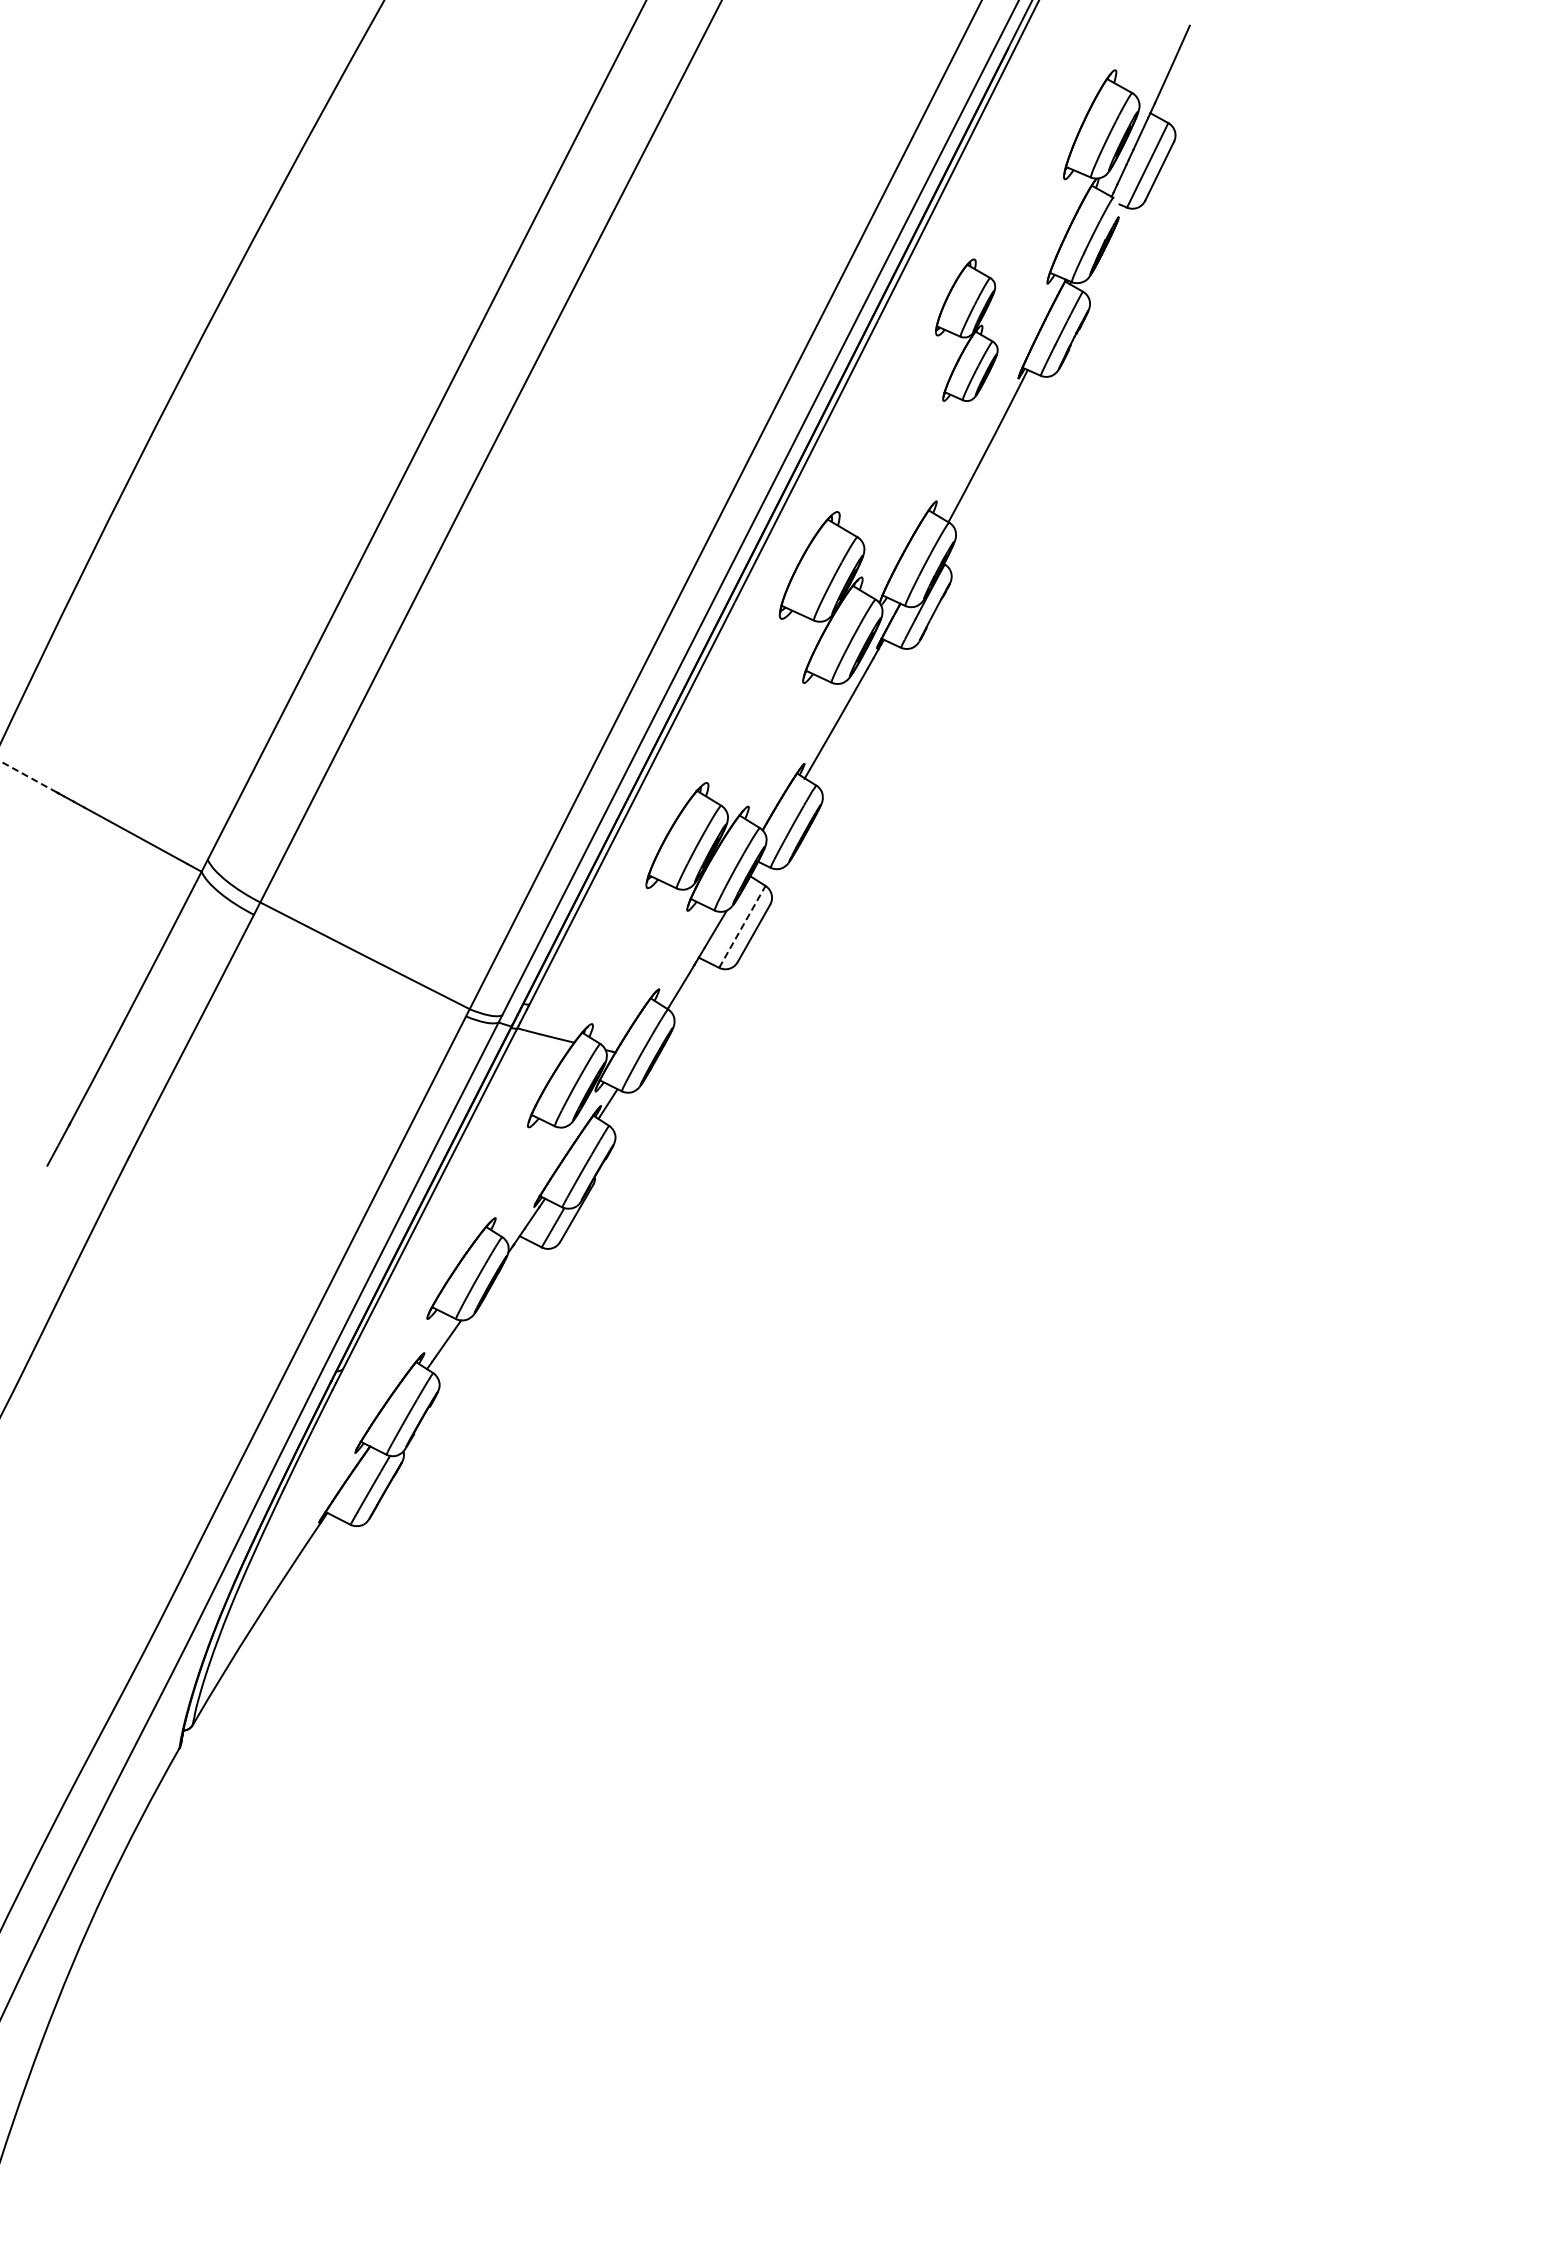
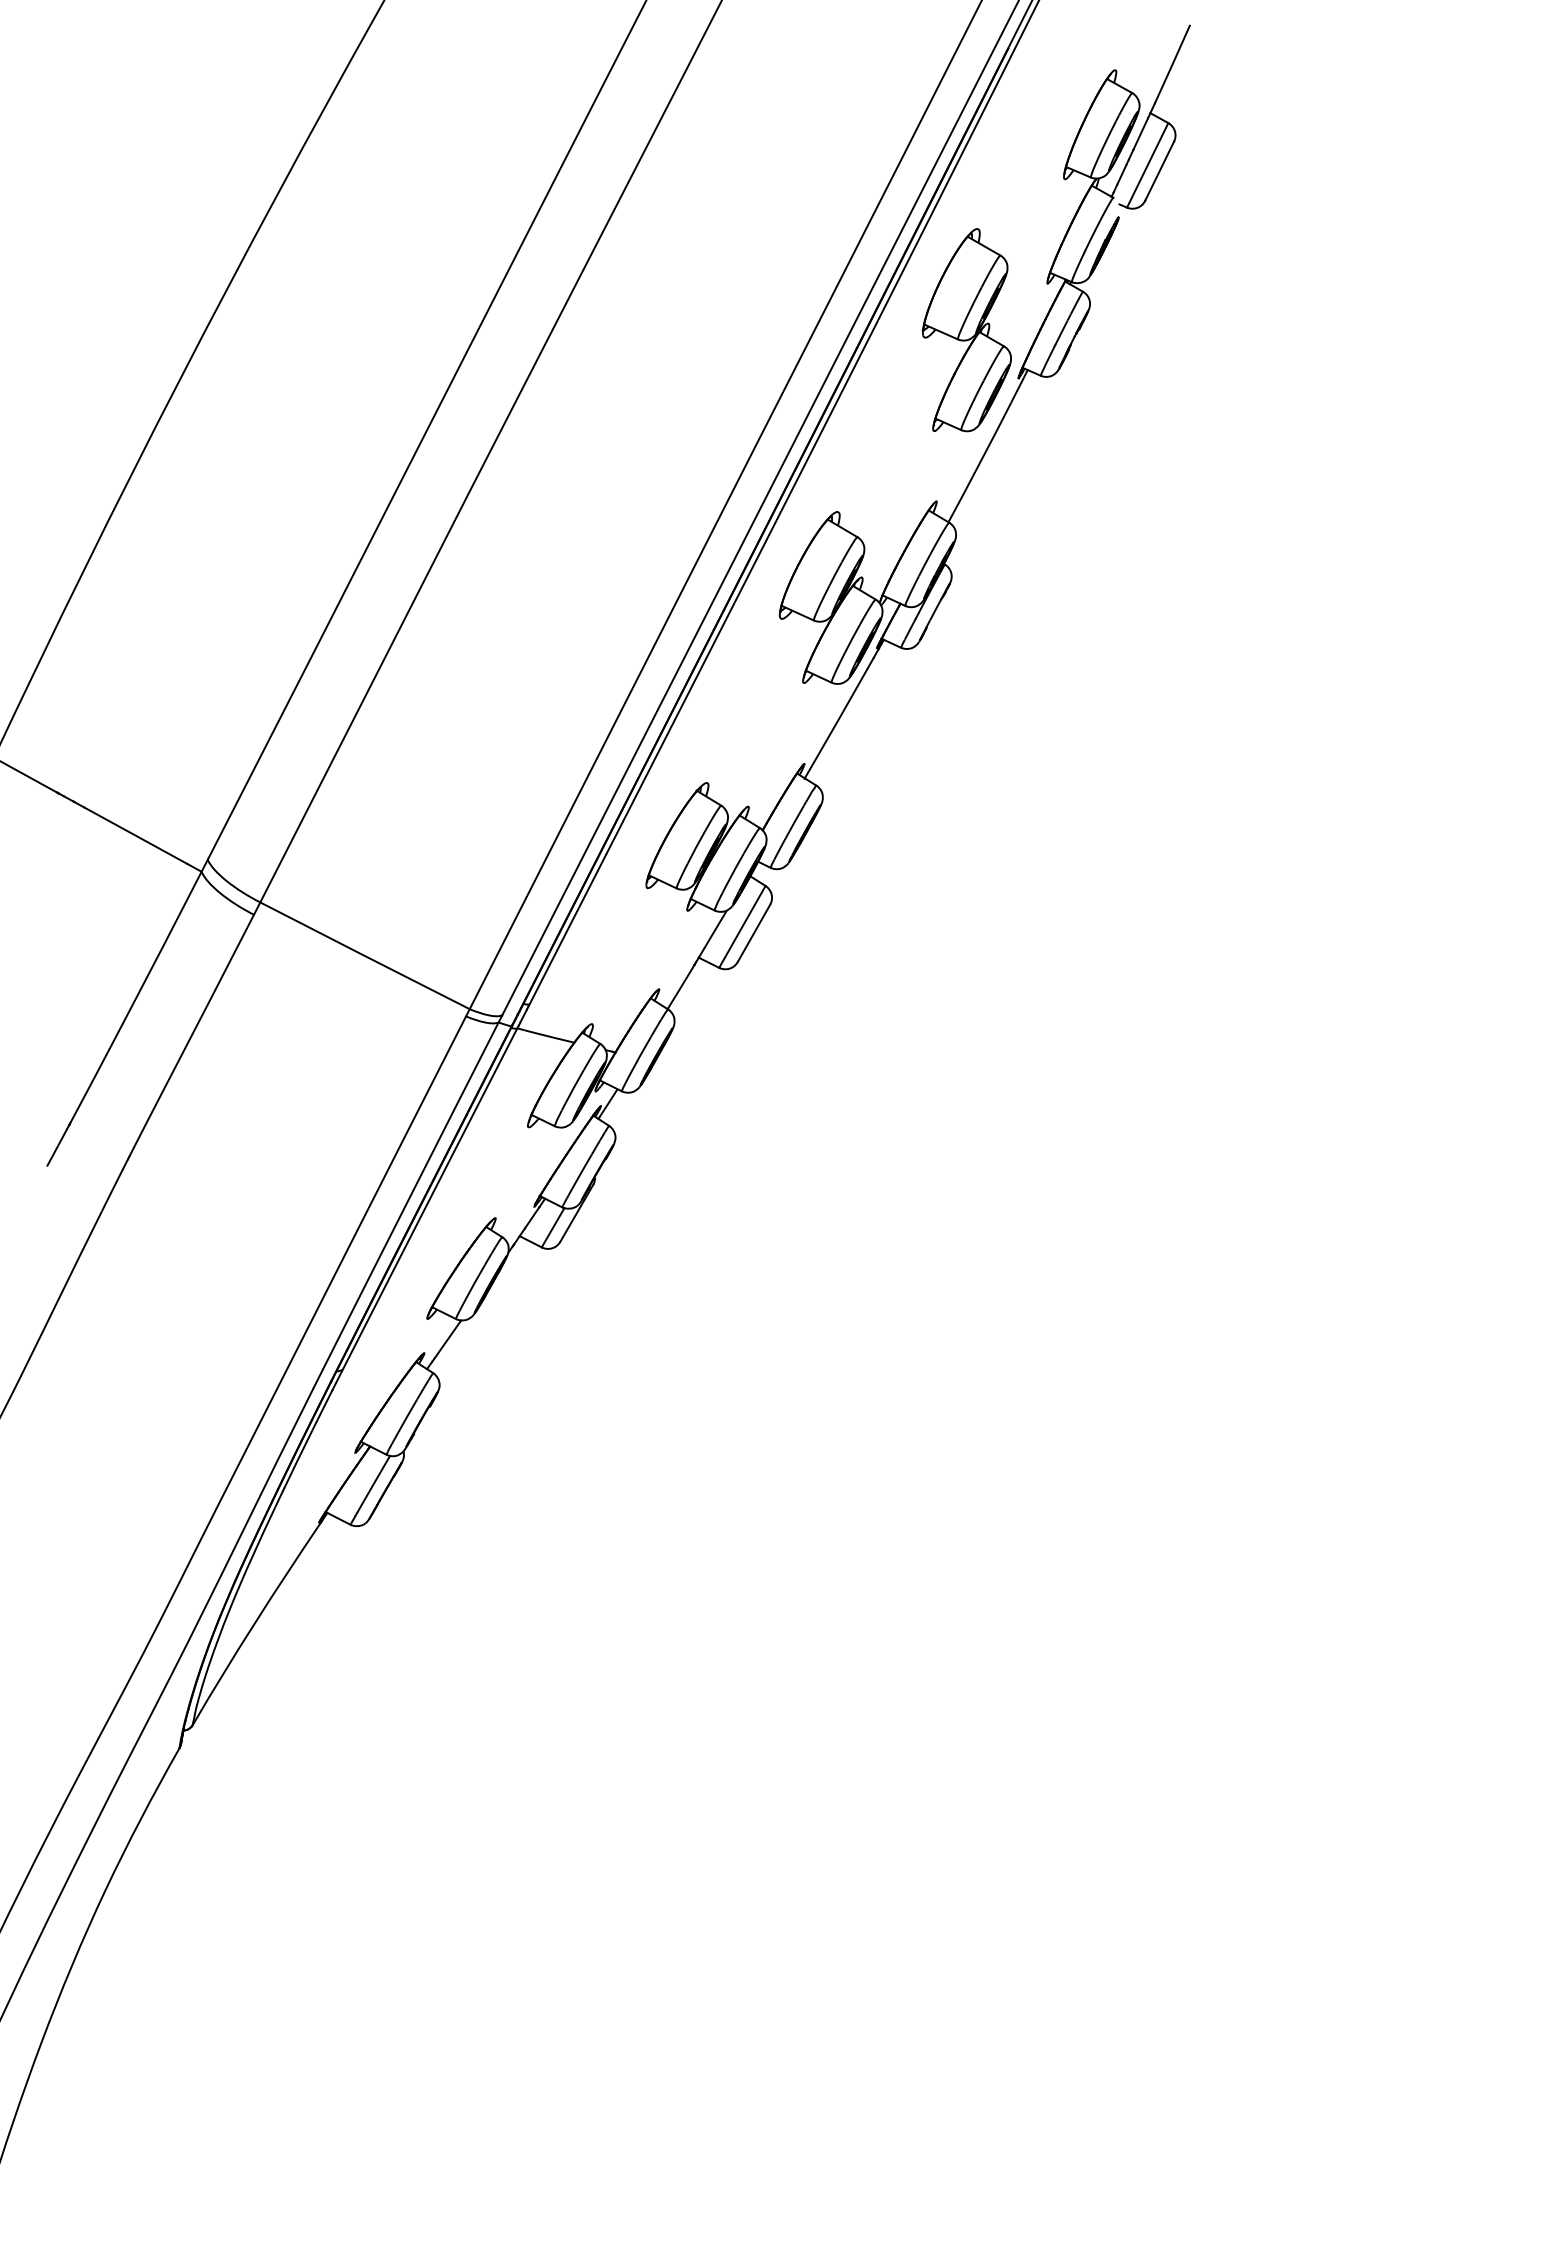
part at (966, 329) size: 64x144 px -> 91x205 px
line at (28, 776): dashed -> solid
line at (742, 926): dashed -> solid
